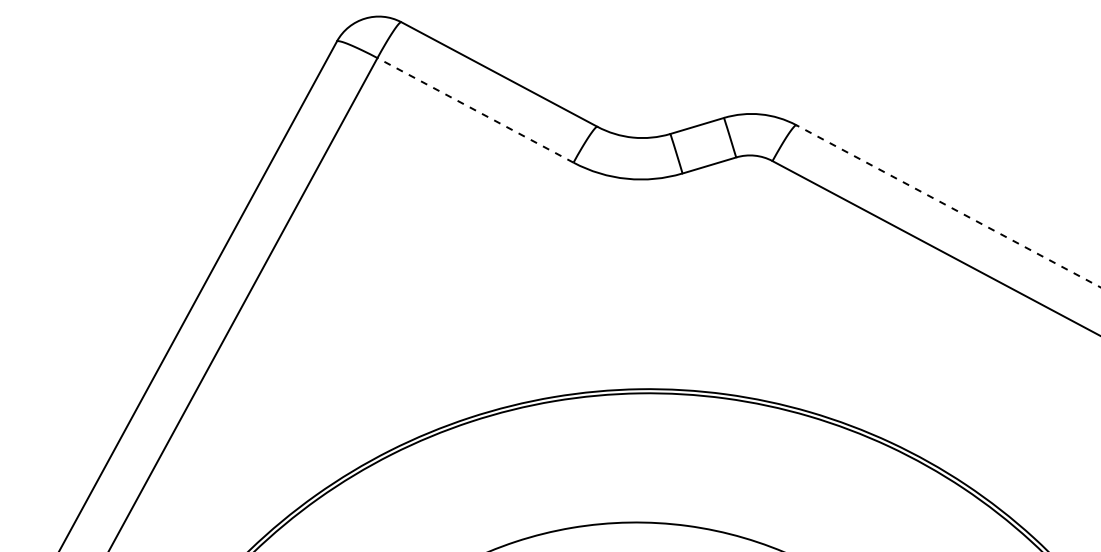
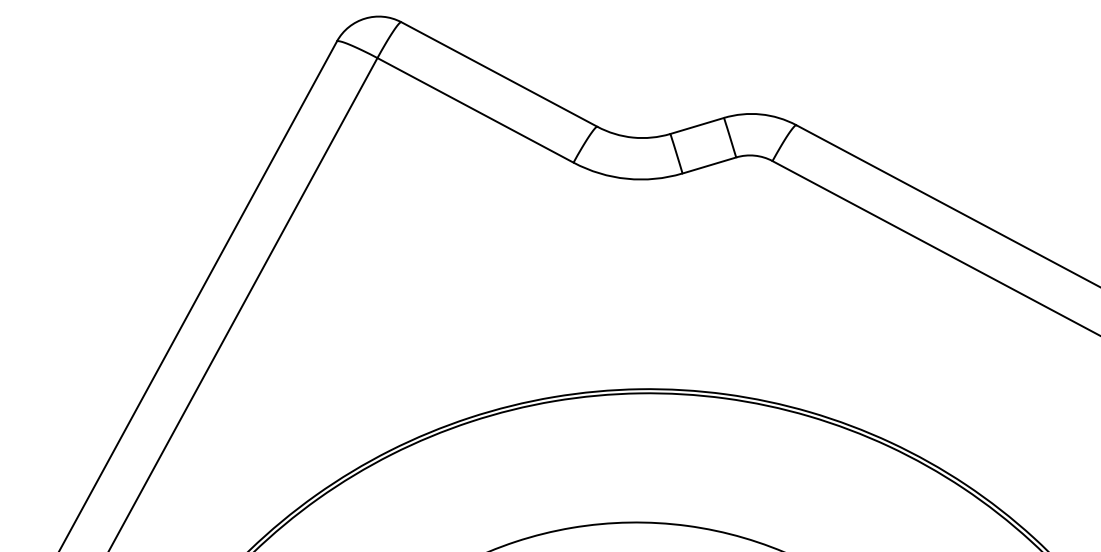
line at (475, 110): dashed -> solid
line at (947, 206): dashed -> solid
